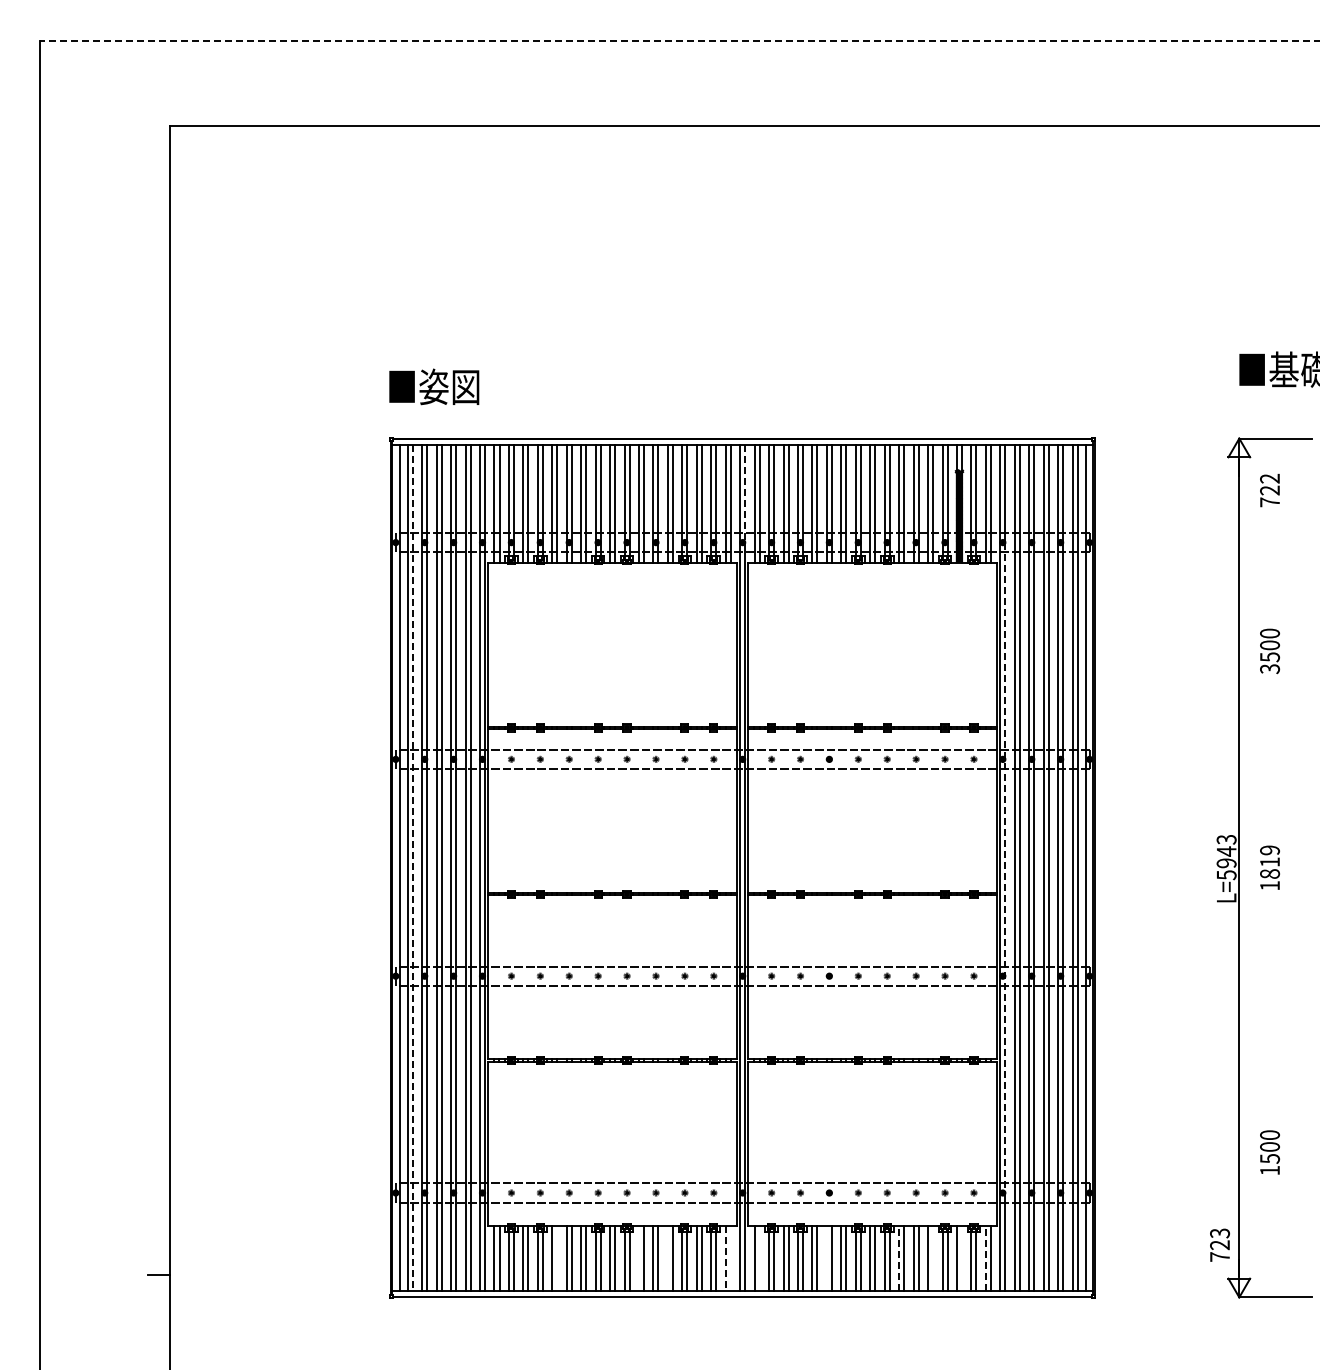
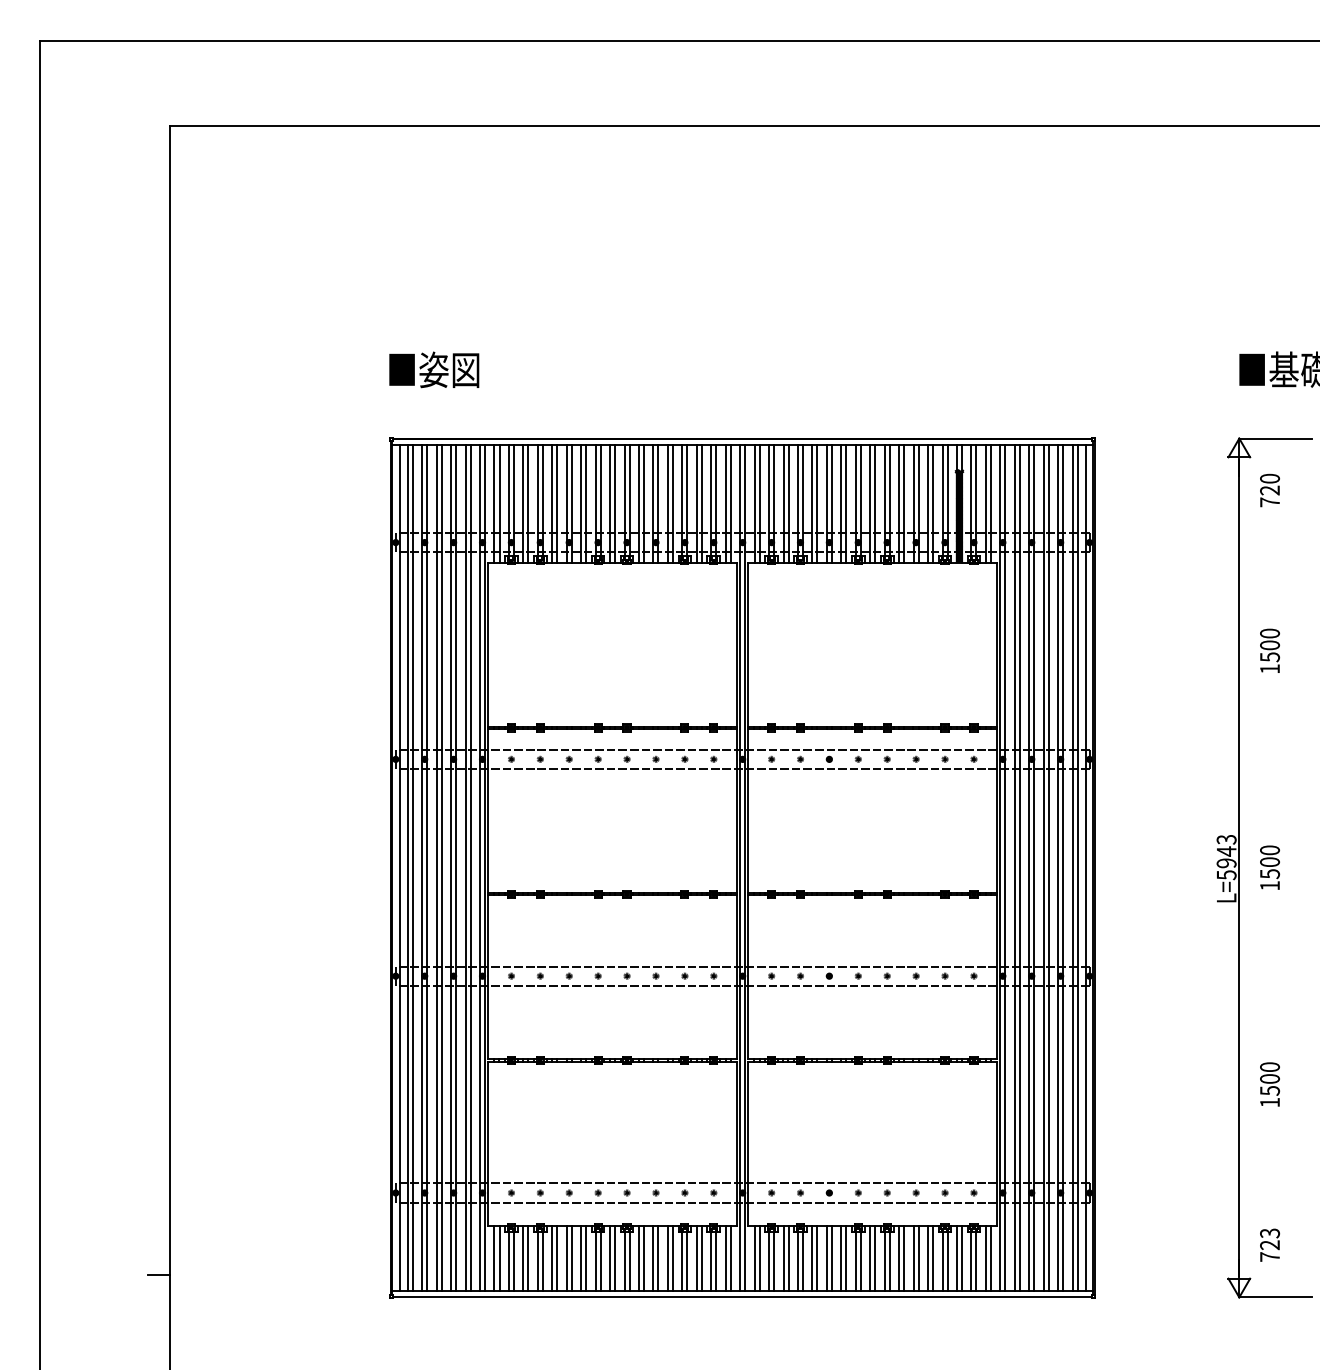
line at (679, 41): dashed -> solid
text at (434, 386) position: (434, 386) -> (434, 369)
text at (1270, 478): 722 -> 720
line at (745, 493): dashed -> solid
text at (1270, 669): 3500 -> 1500
text at (1270, 862): 1819 -> 1500
line at (412, 867): dashed -> solid
line at (1005, 868): dashed -> solid
text at (1269, 1152) position: (1269, 1152) -> (1269, 1084)
text at (1219, 1244) position: (1219, 1244) -> (1269, 1244)
line at (557, 1257): none -> present
line at (638, 1257): none -> present
line at (667, 1257): none -> present
line at (730, 1257): none -> present
line at (759, 1257): none -> present
line at (826, 1257): none -> present
line at (899, 1257): dashed -> solid
line at (933, 1257): none -> present
line at (962, 1257): none -> present
line at (985, 1257): dashed -> solid
line at (725, 1258): dashed -> solid
